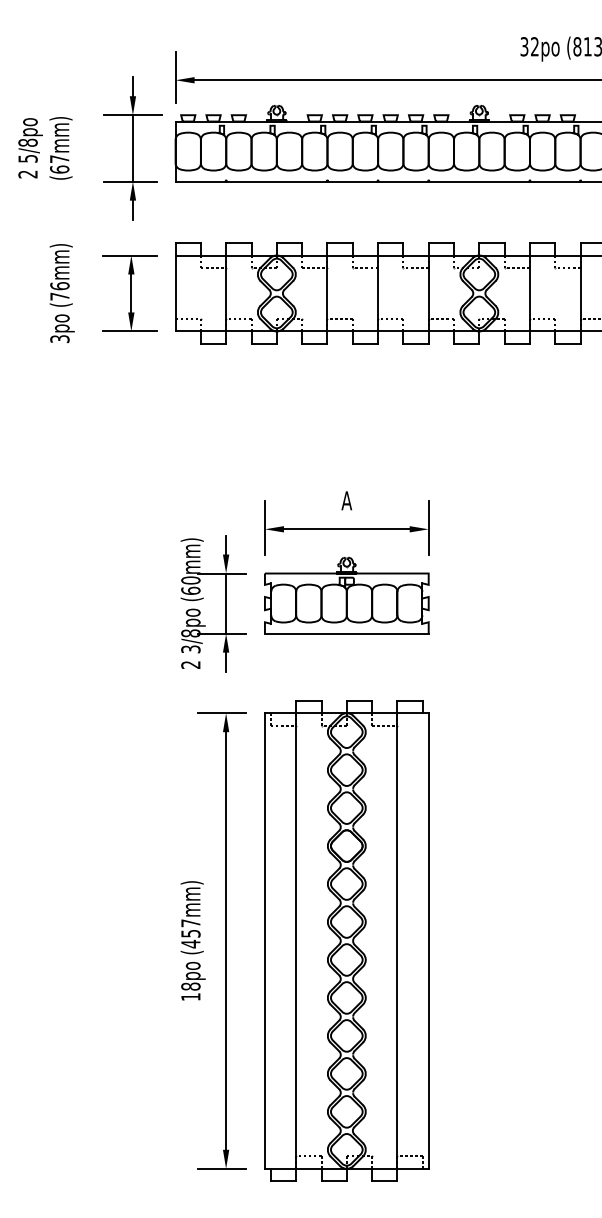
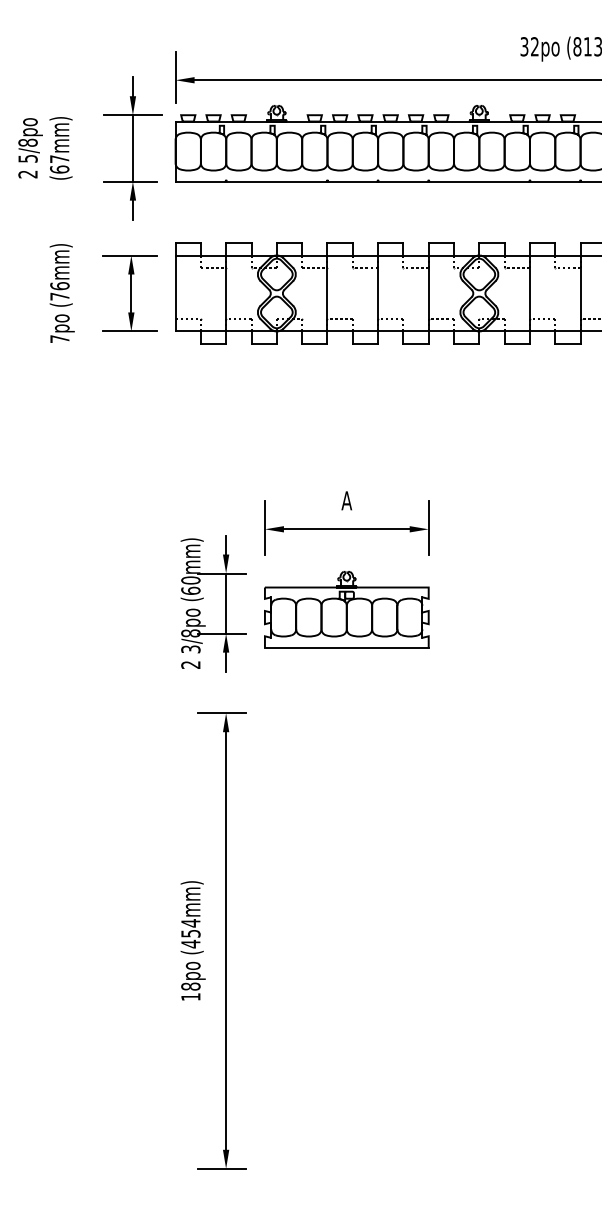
text at (59, 338): 3po -> 7po
part at (346, 595) position: (346, 595) -> (346, 609)
text at (190, 923): (457mm) -> (454mm)
part at (346, 940): present -> none
